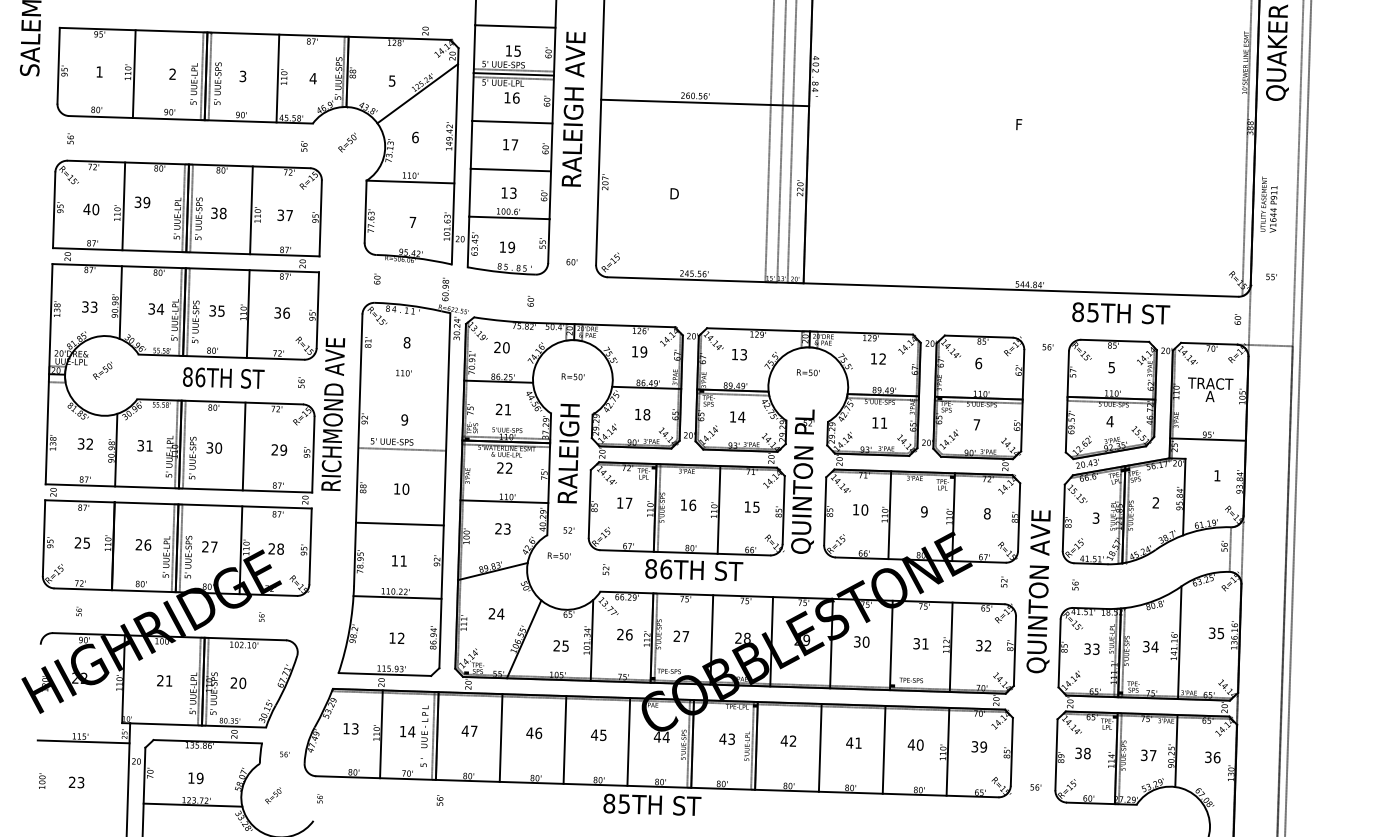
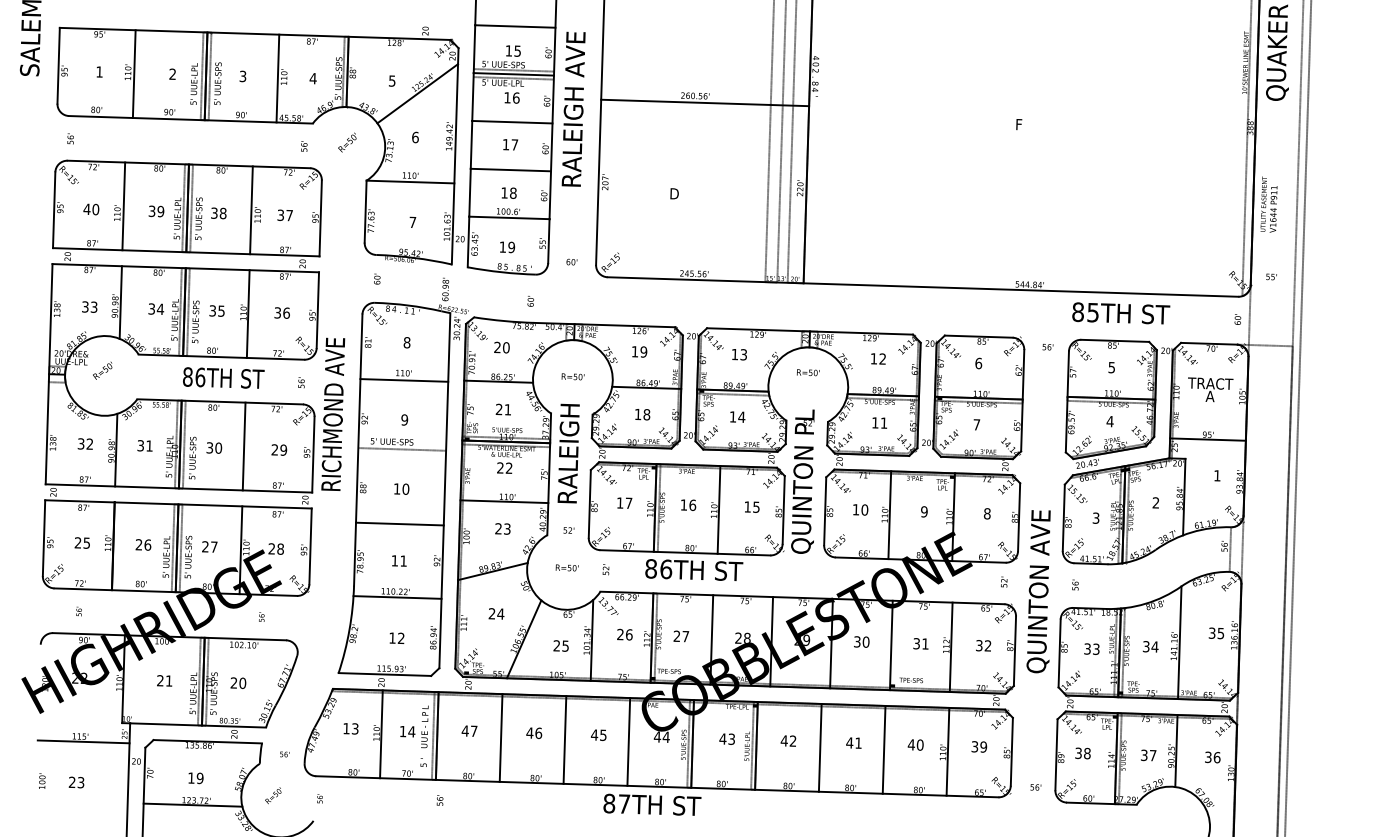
text at (513, 192): 13 -> 18
text at (142, 202) position: (142, 202) -> (156, 211)
line at (404, 380): none -> present
text at (558, 555) position: (558, 555) -> (566, 567)
text at (624, 803): 85TH -> 87TH
